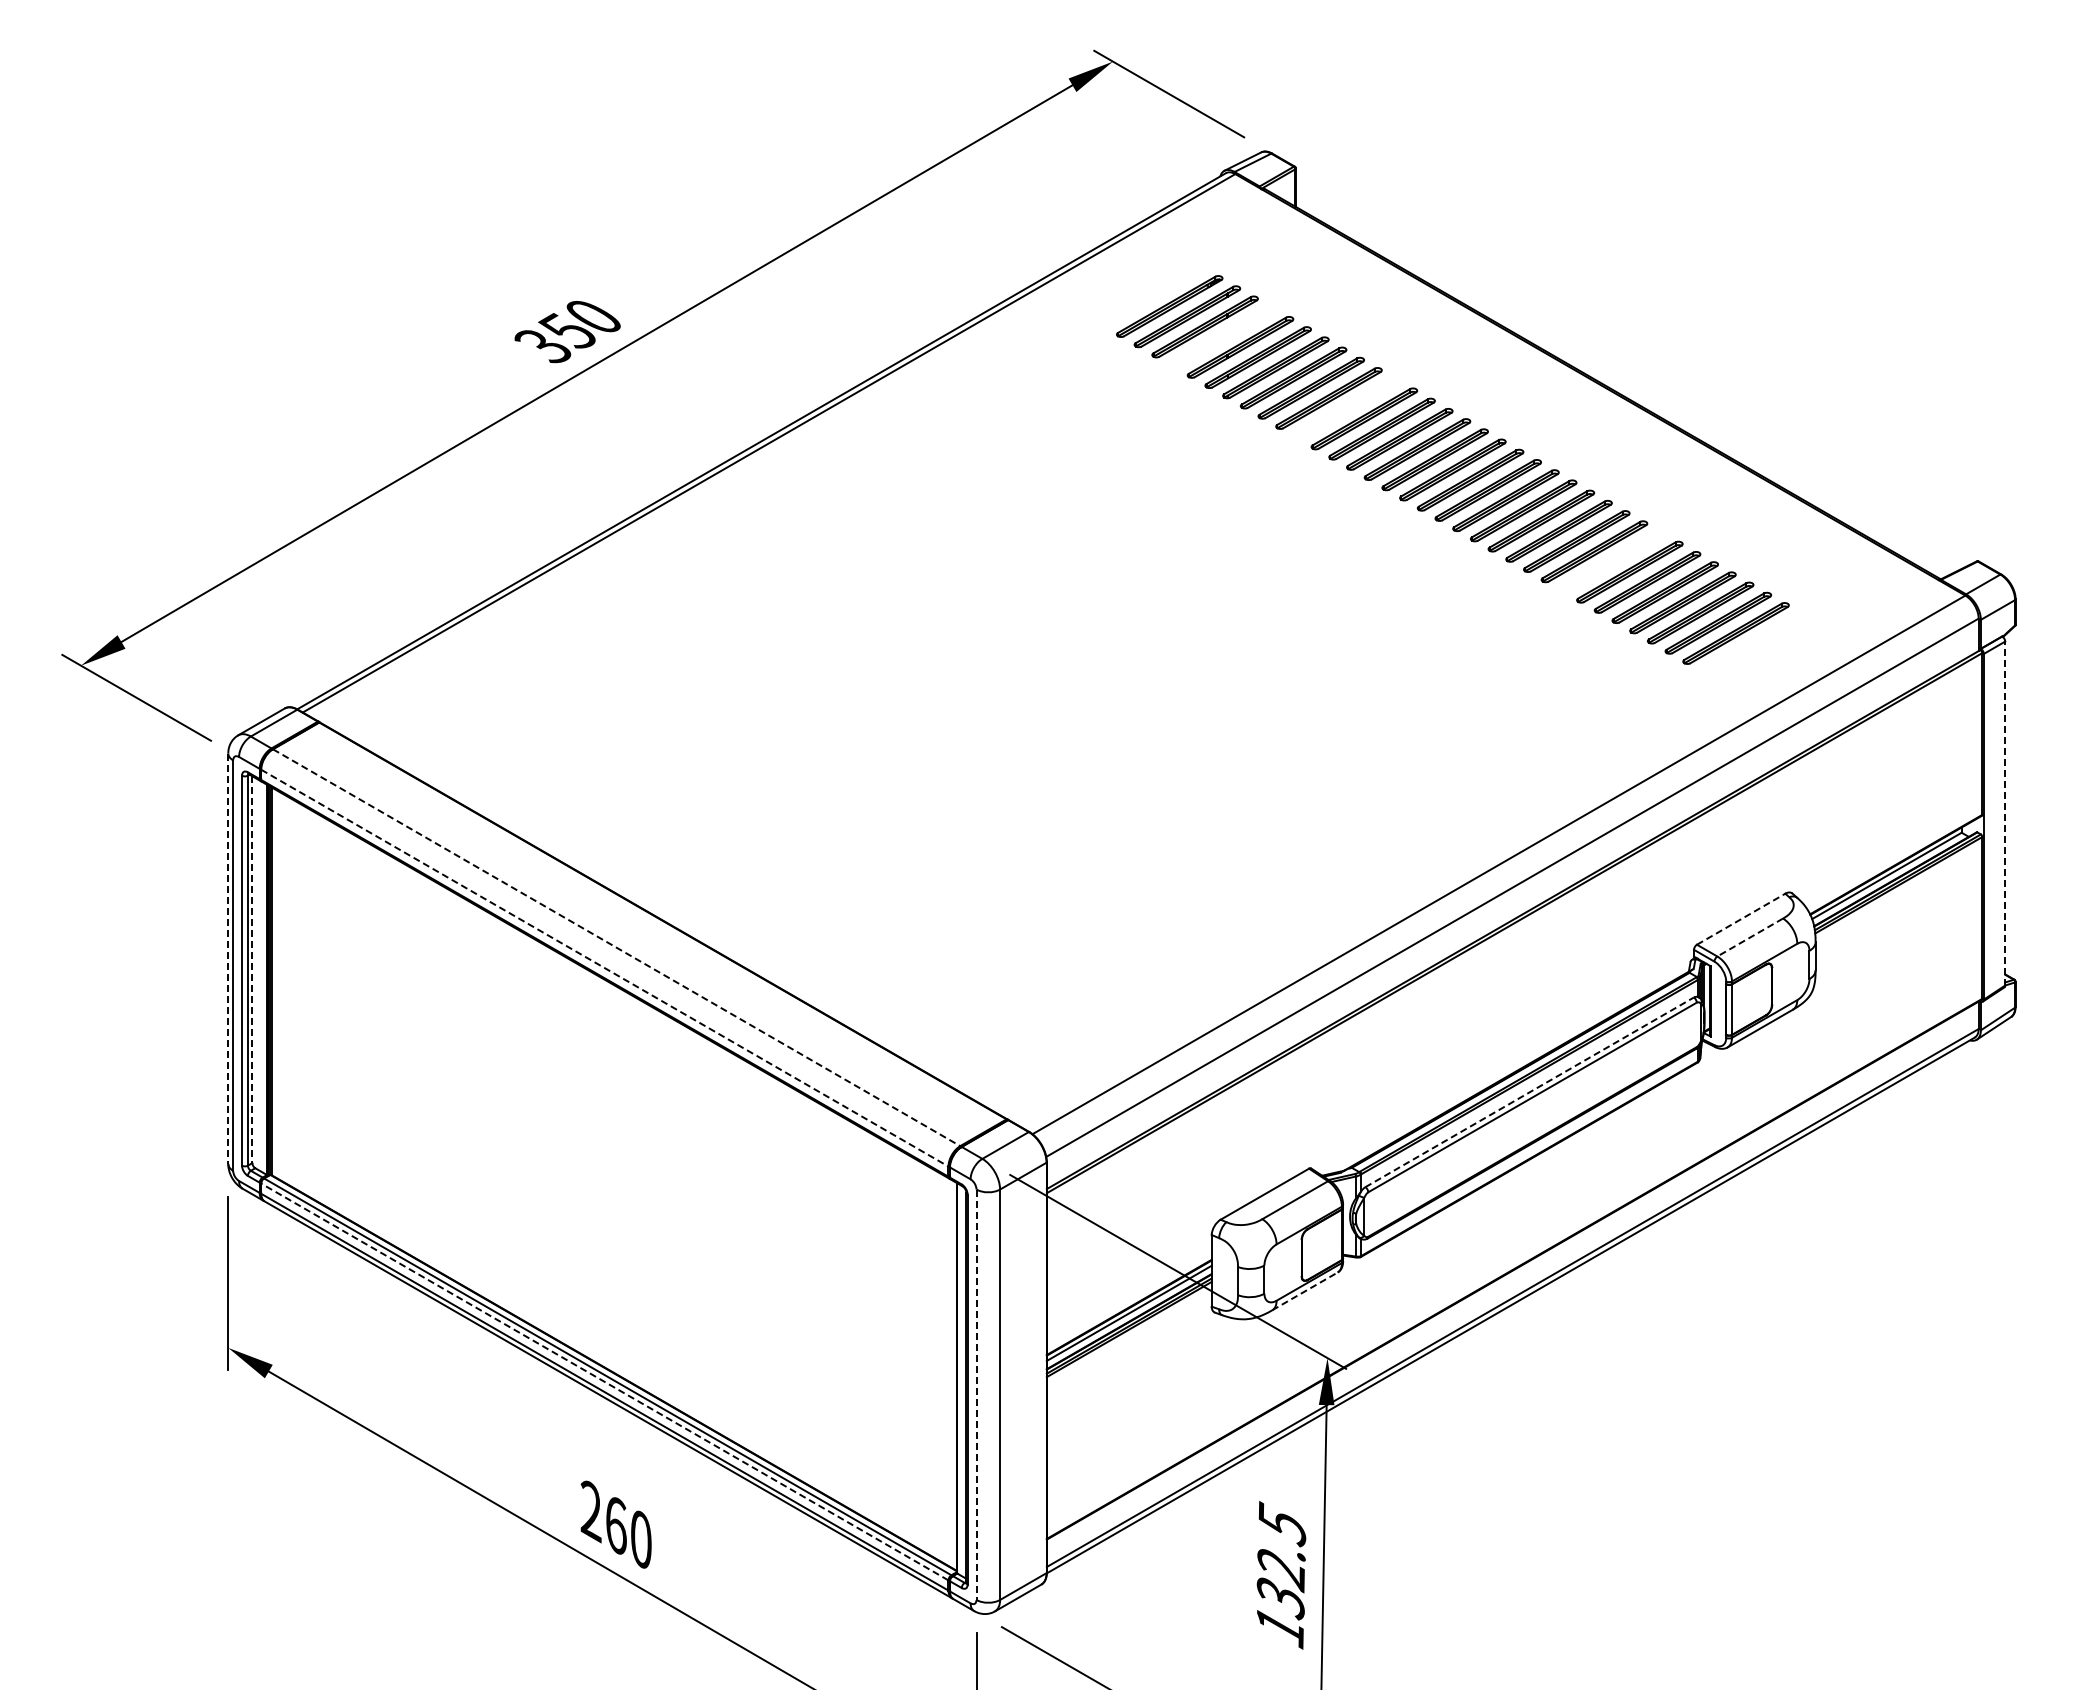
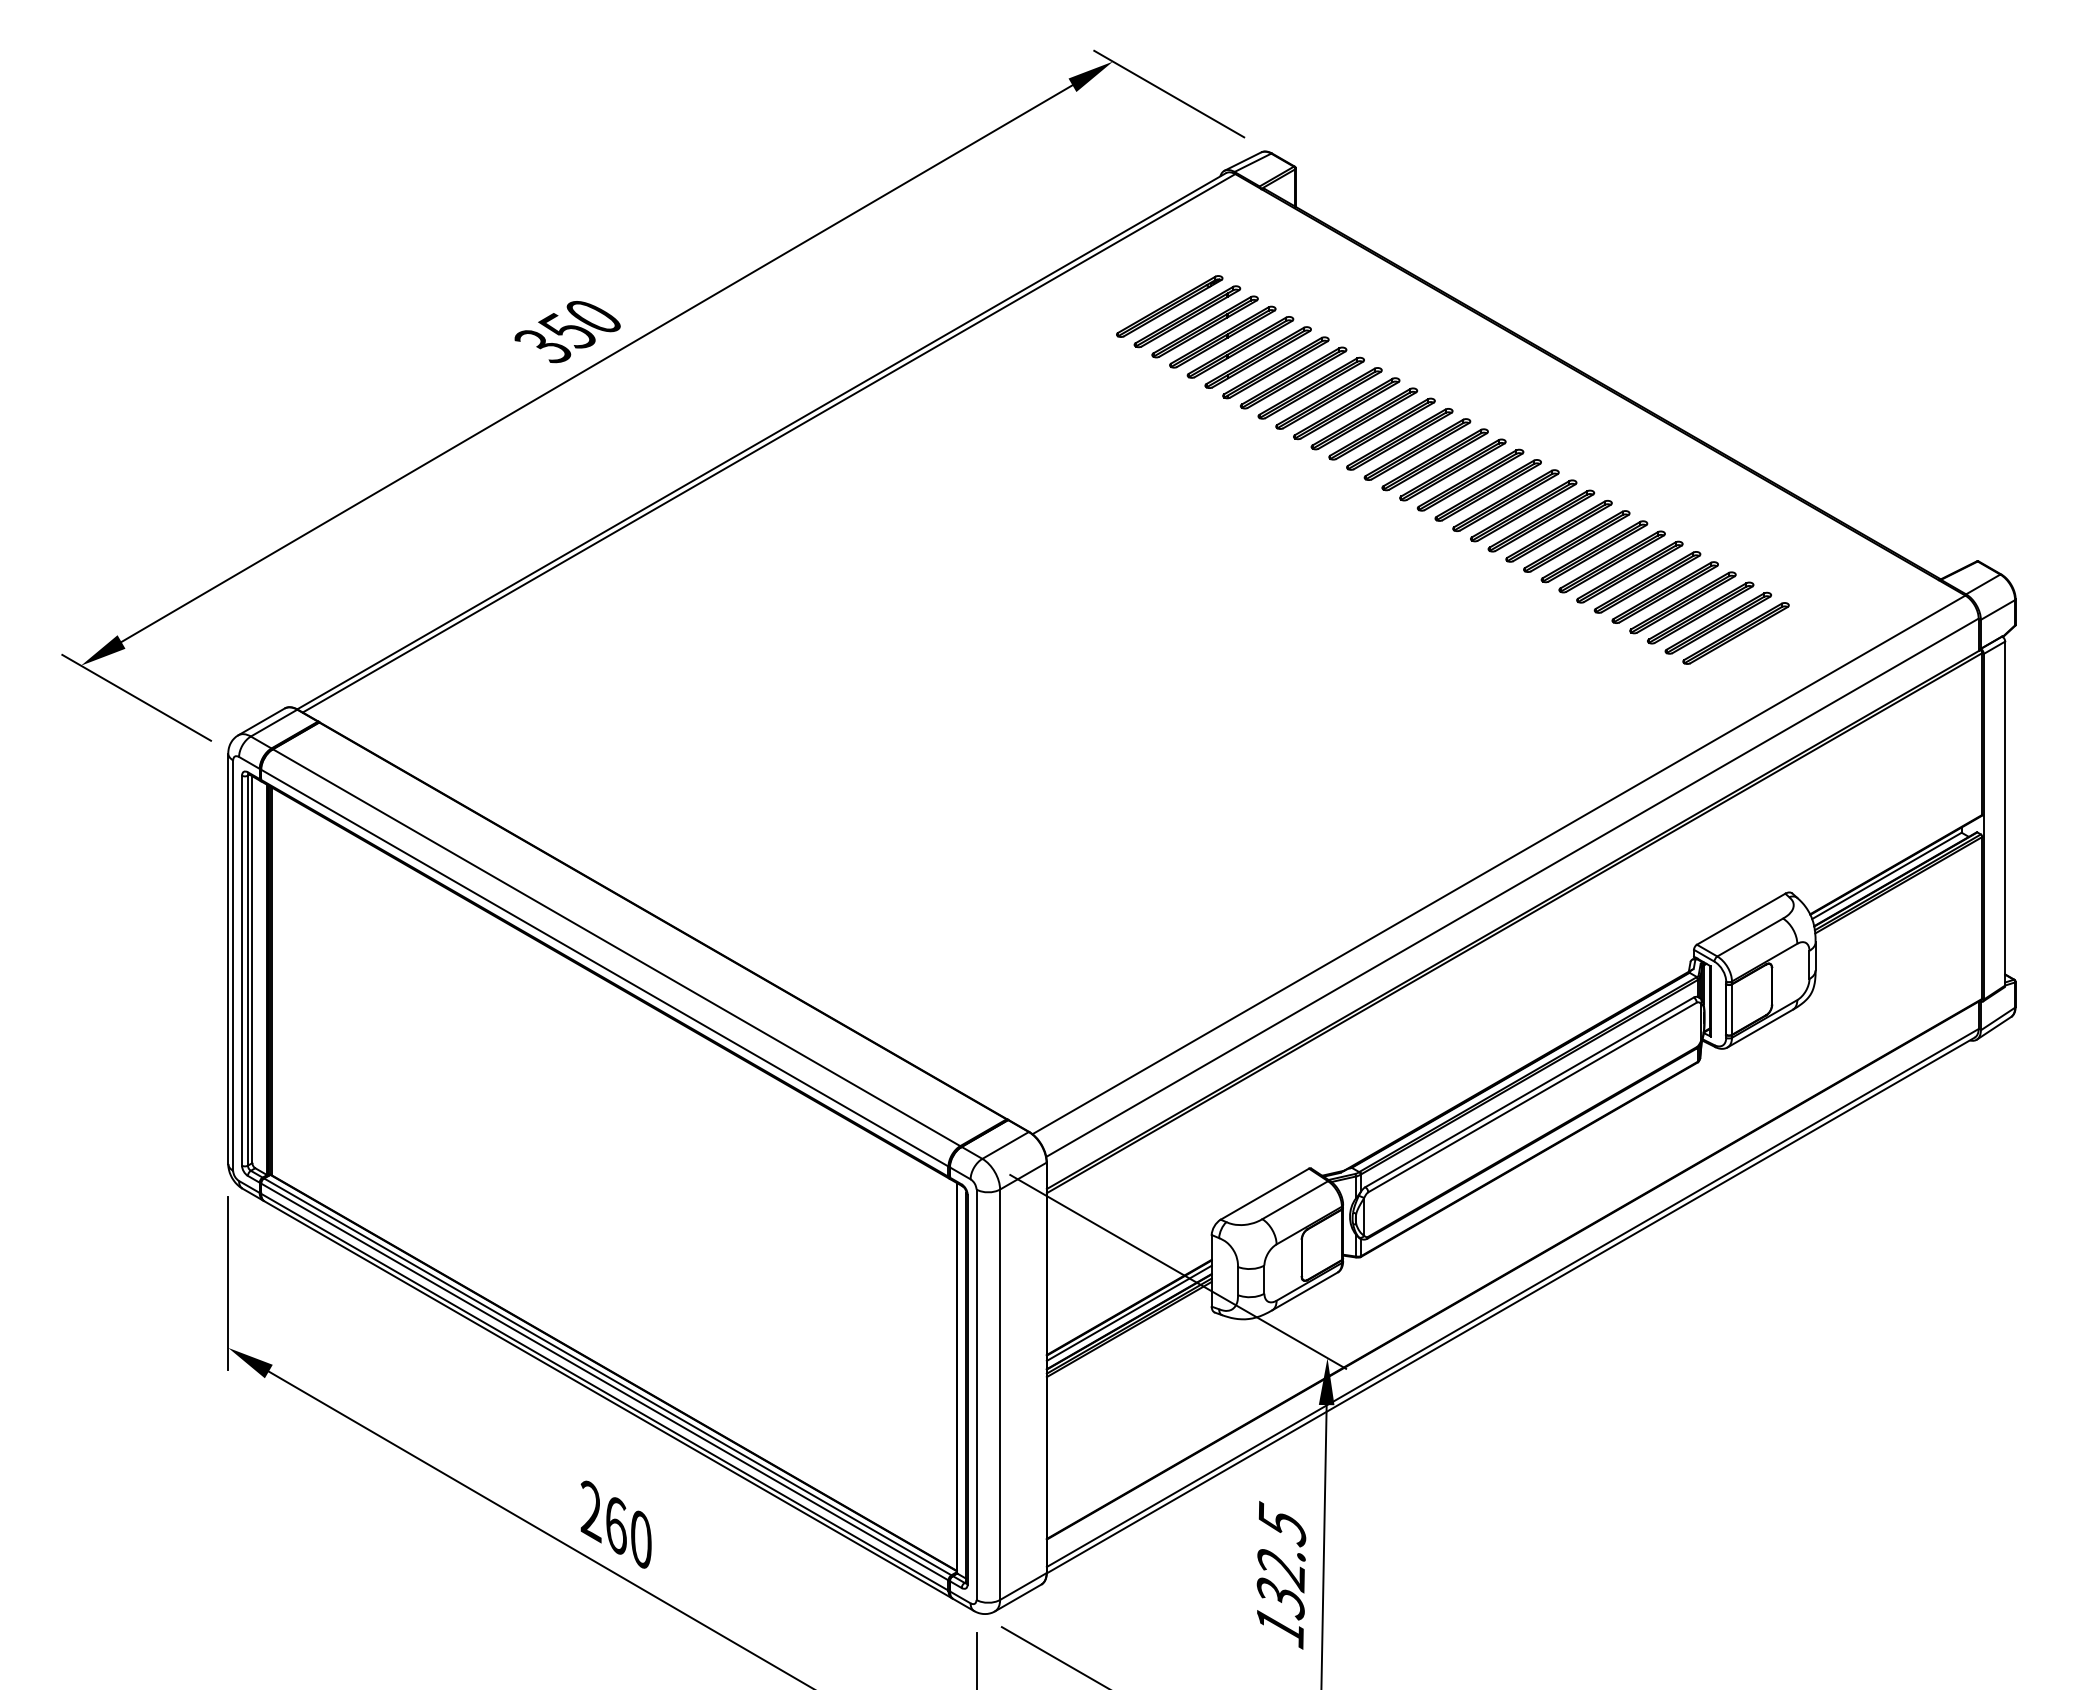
part at (1222, 336): none -> present
part at (1346, 408): none -> present
part at (1611, 561): none -> present
line at (2005, 813): dashed -> solid
line at (1741, 918): dashed -> solid
line at (1750, 937): dashed -> solid
line at (616, 947): dashed -> solid
line at (228, 959): dashed -> solid
line at (604, 968): dashed -> solid
line at (252, 970): dashed -> solid
line at (1529, 1092): dashed -> solid
line at (1305, 1291): dashed -> solid
line at (604, 1381): dashed -> solid
line at (976, 1395): dashed -> solid
